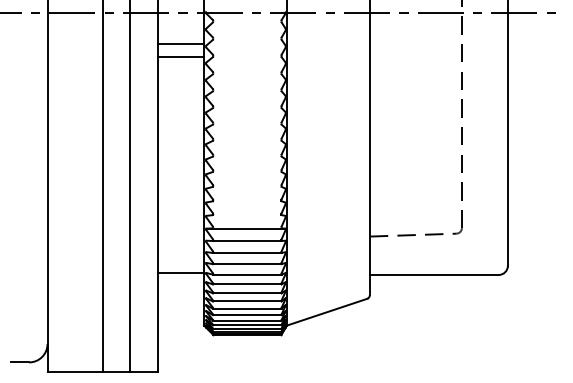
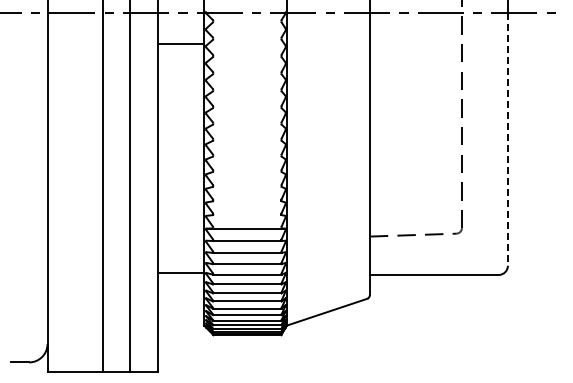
line at (181, 57): present -> none
line at (507, 139): solid -> dashed
